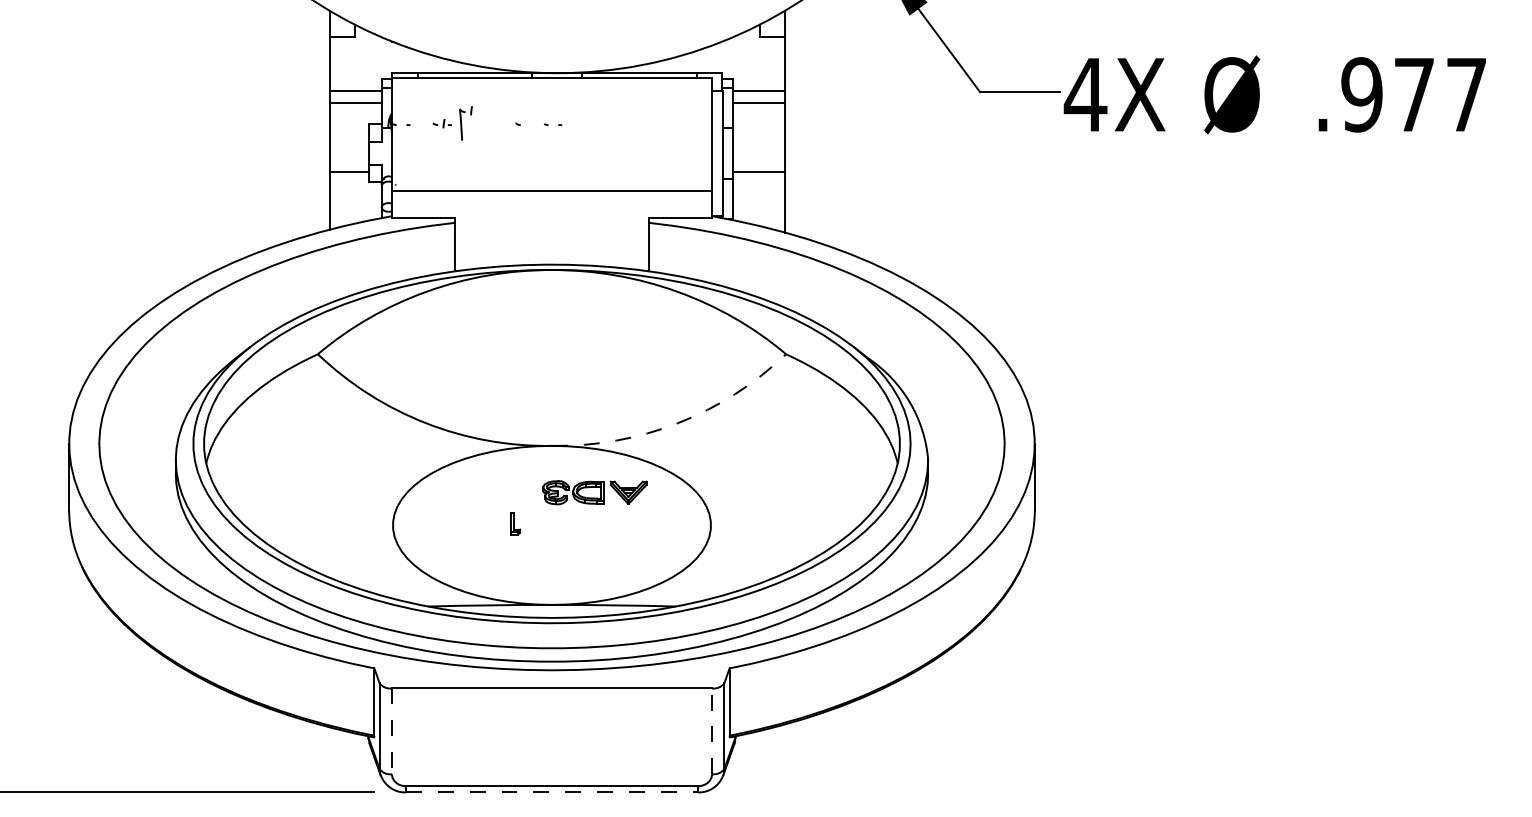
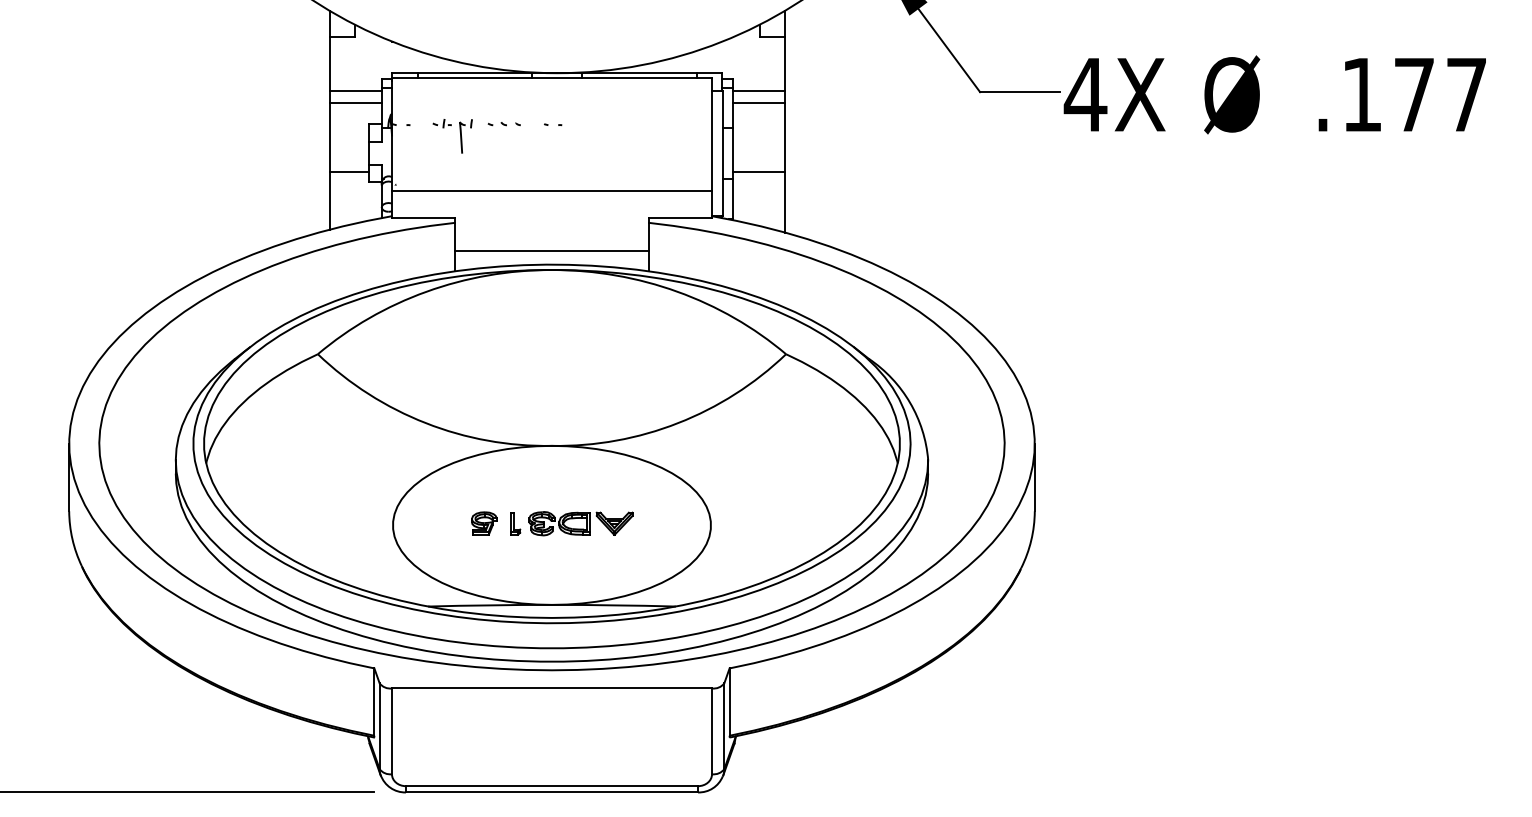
text at (1361, 94): .977 -> .177
part at (465, 123) position: (465, 123) -> (465, 136)
part at (496, 124): none -> present
line at (551, 250): none -> present
arc at (678, 423): dashed -> solid
part at (594, 492) position: (594, 492) -> (580, 523)
part at (484, 523): none -> present
line at (391, 731): dashed -> solid
line at (712, 731): dashed -> solid
line at (552, 792): dashed -> solid
